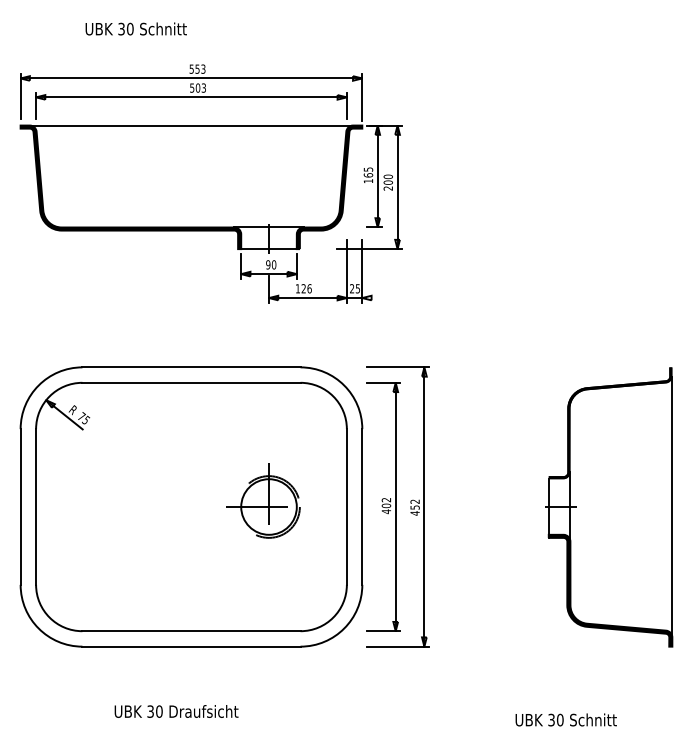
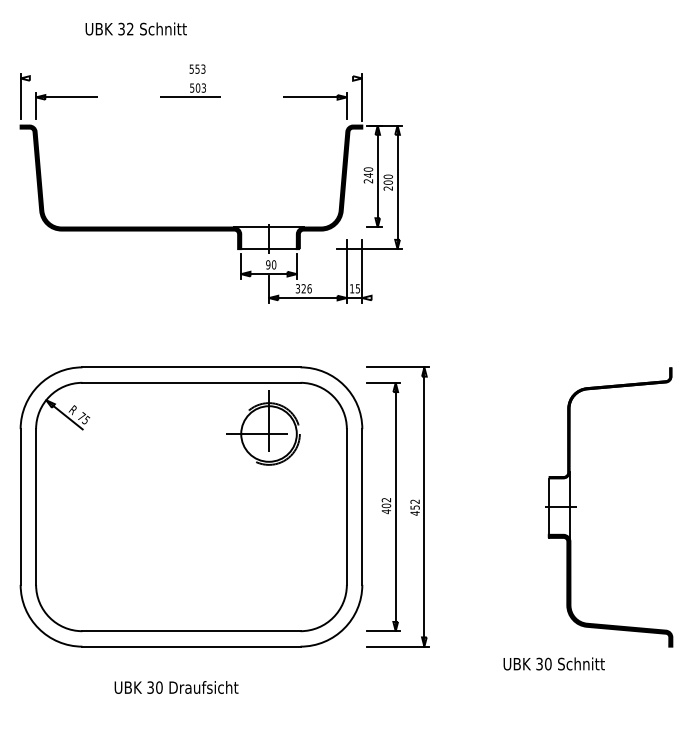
text at (130, 28): 30 -> 32
line at (191, 78): present -> none
line at (191, 97): solid -> dashed
line at (191, 125): present -> none
text at (368, 175): 165 -> 240
text at (297, 288): 126 -> 326
text at (352, 288): 25 -> 15
part at (263, 500) position: (263, 500) -> (263, 427)
line at (672, 506): present -> none
text at (176, 711) position: (176, 711) -> (176, 687)
text at (565, 719) position: (565, 719) -> (553, 663)
